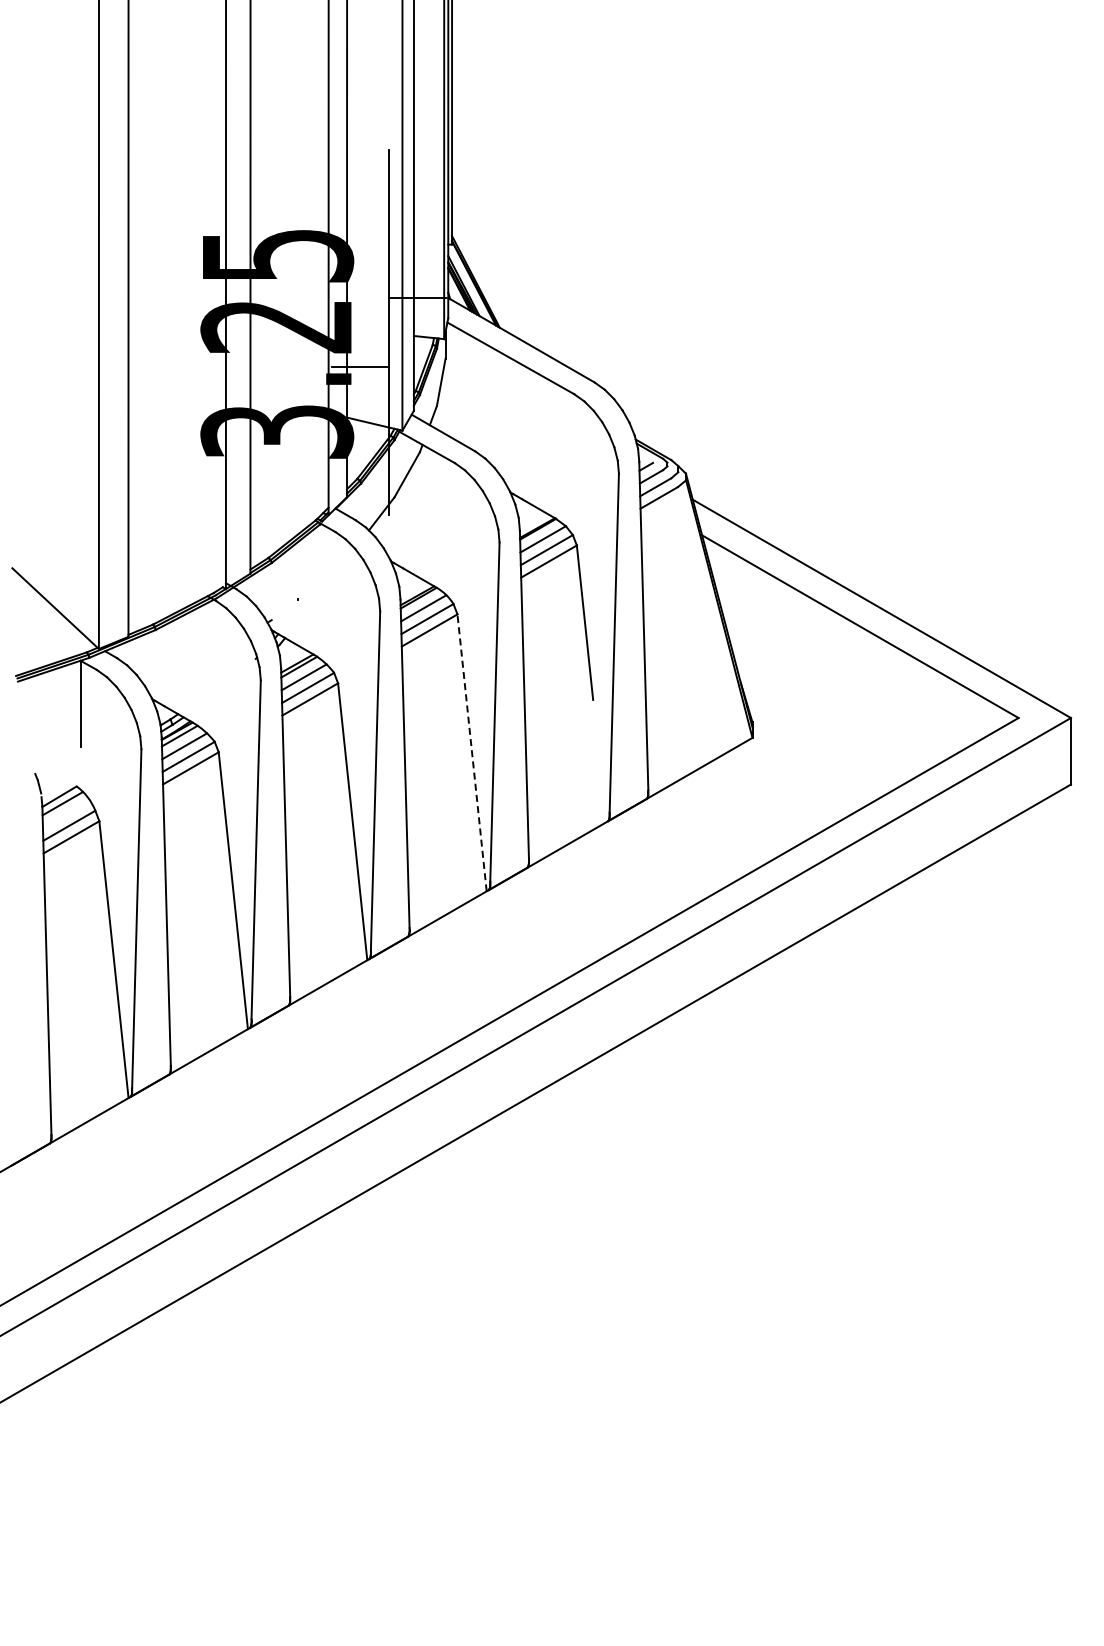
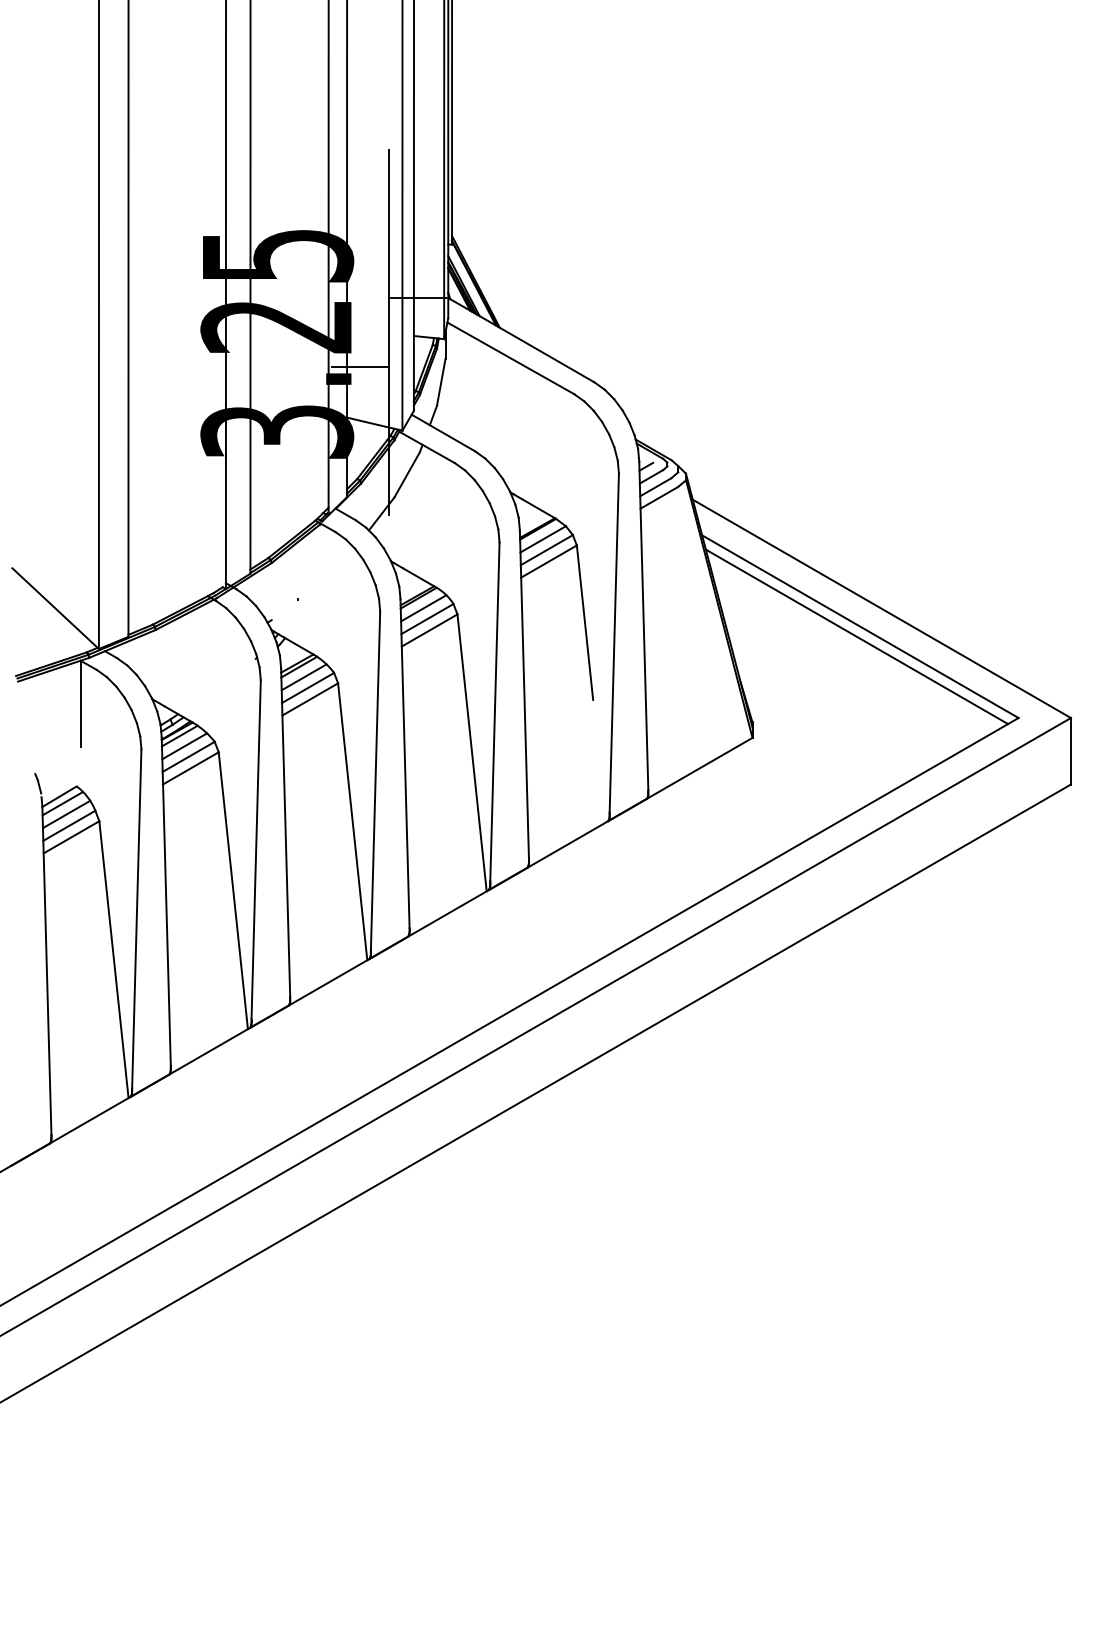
line at (856, 636): none -> present
line at (472, 752): dashed -> solid
line at (66, 814): none -> present
